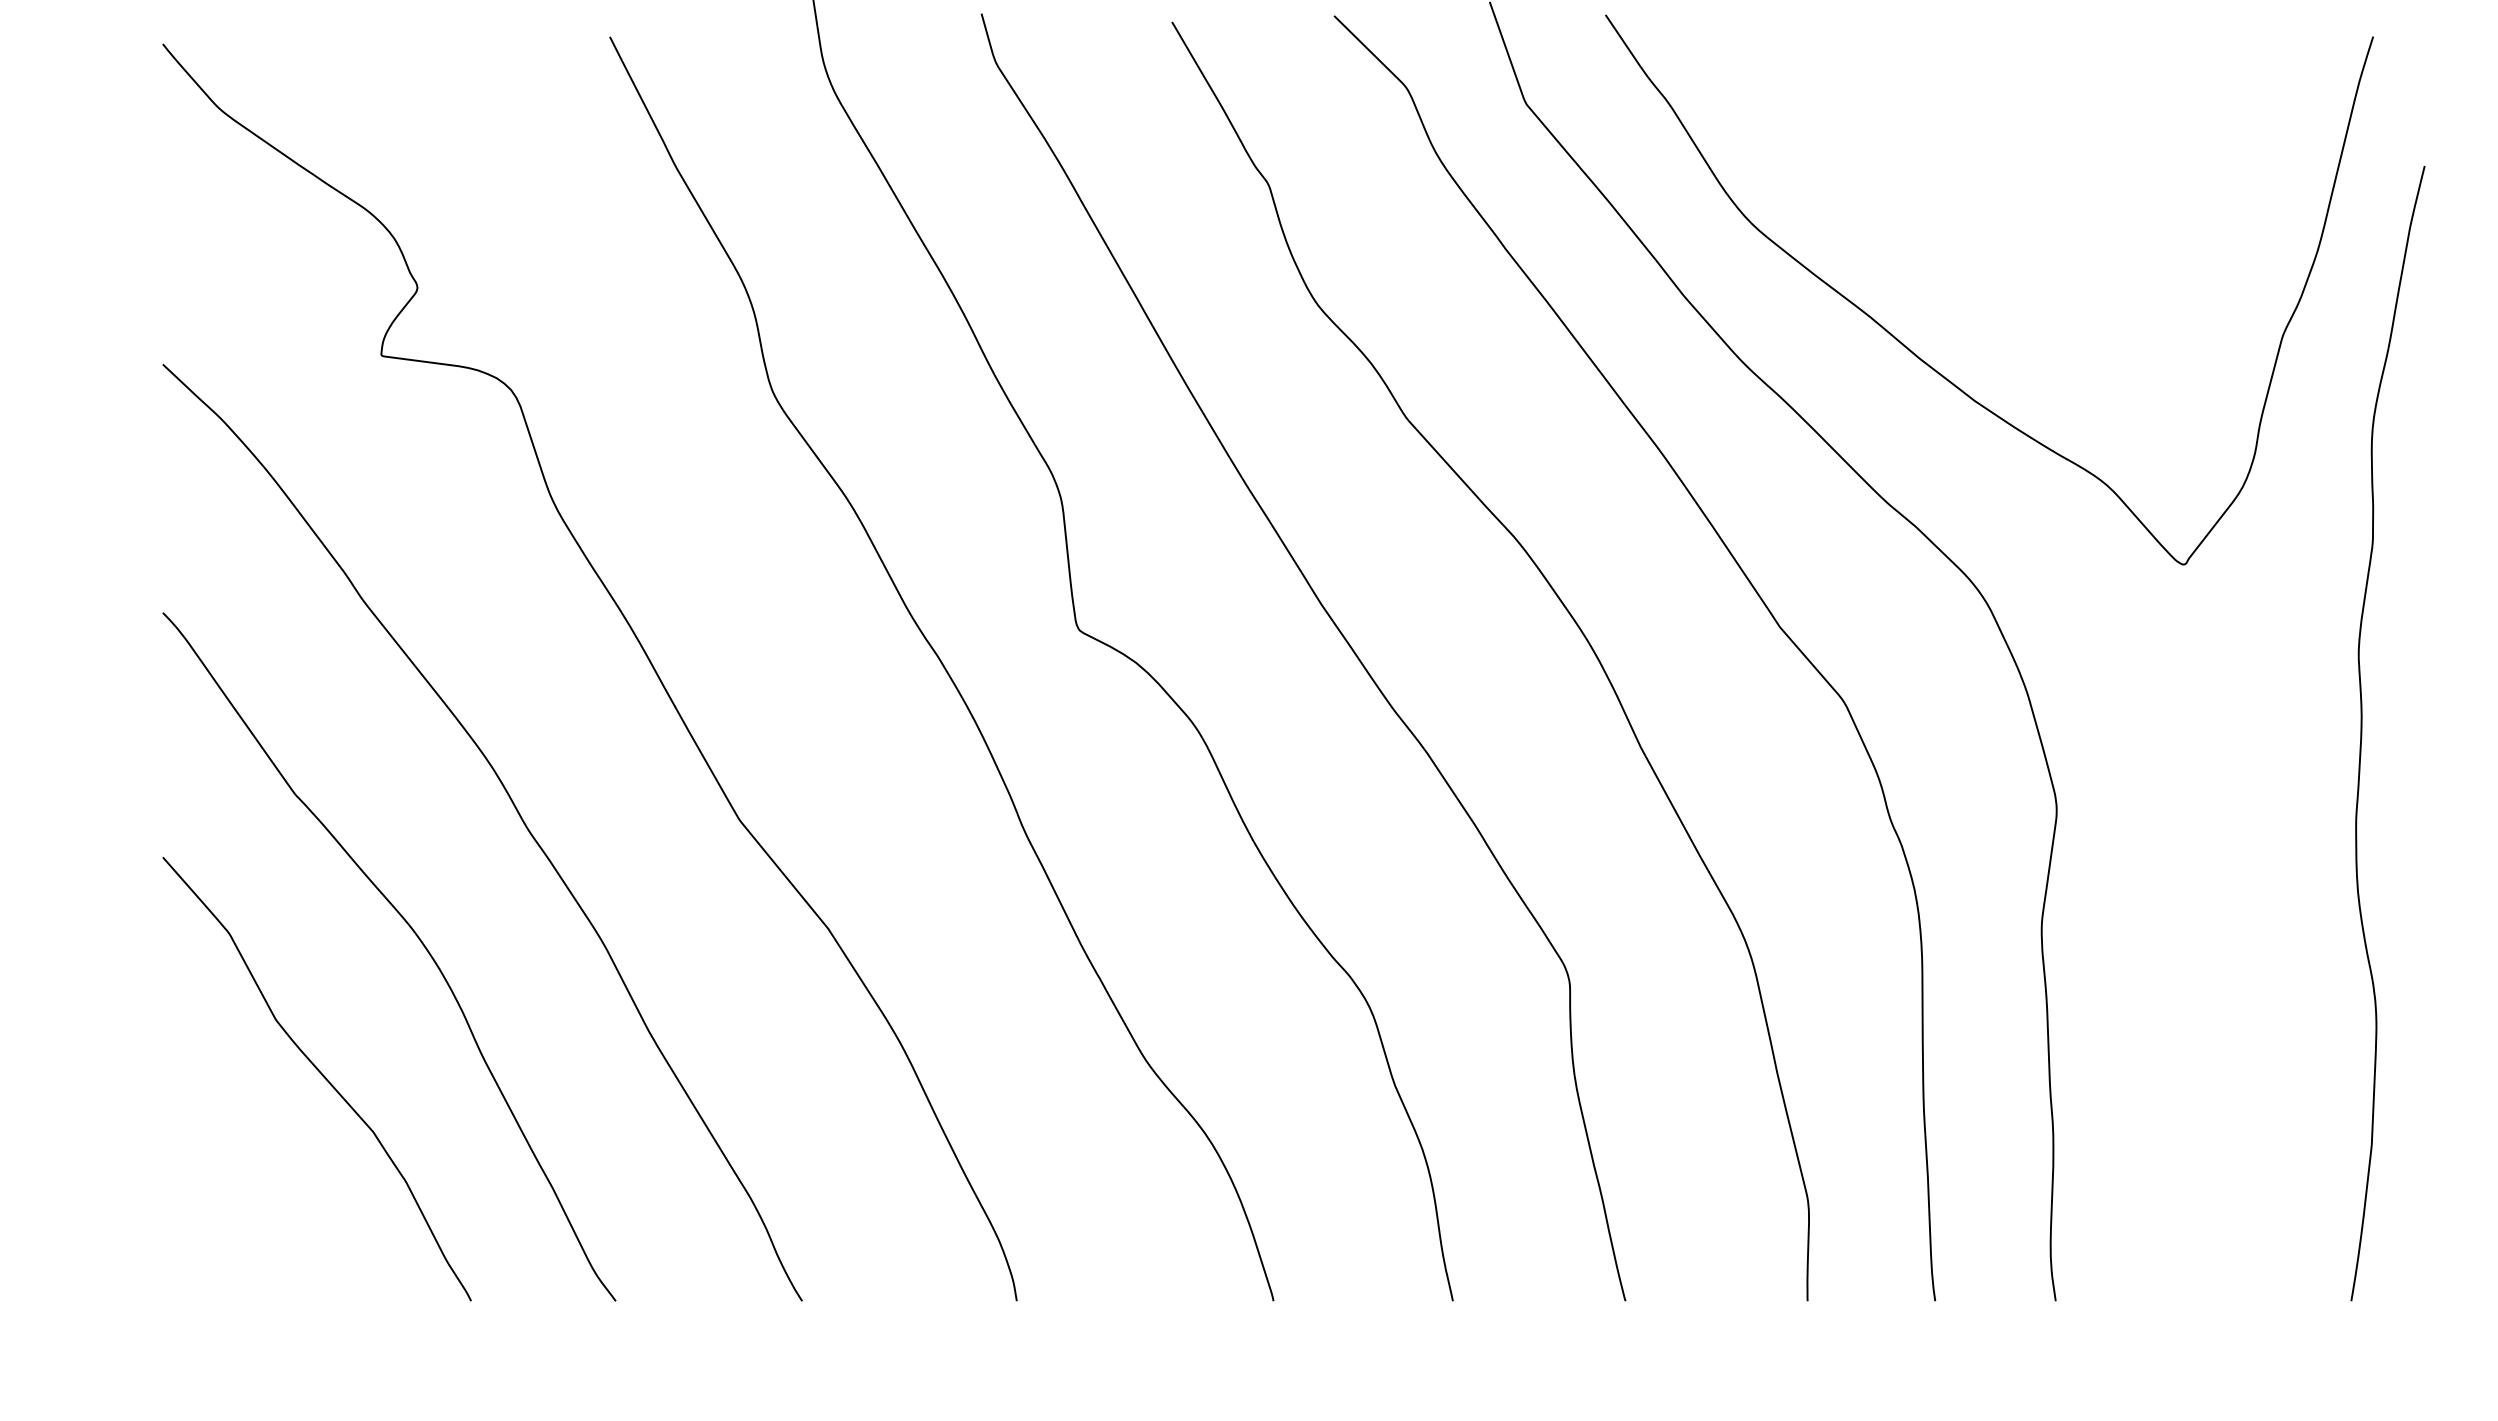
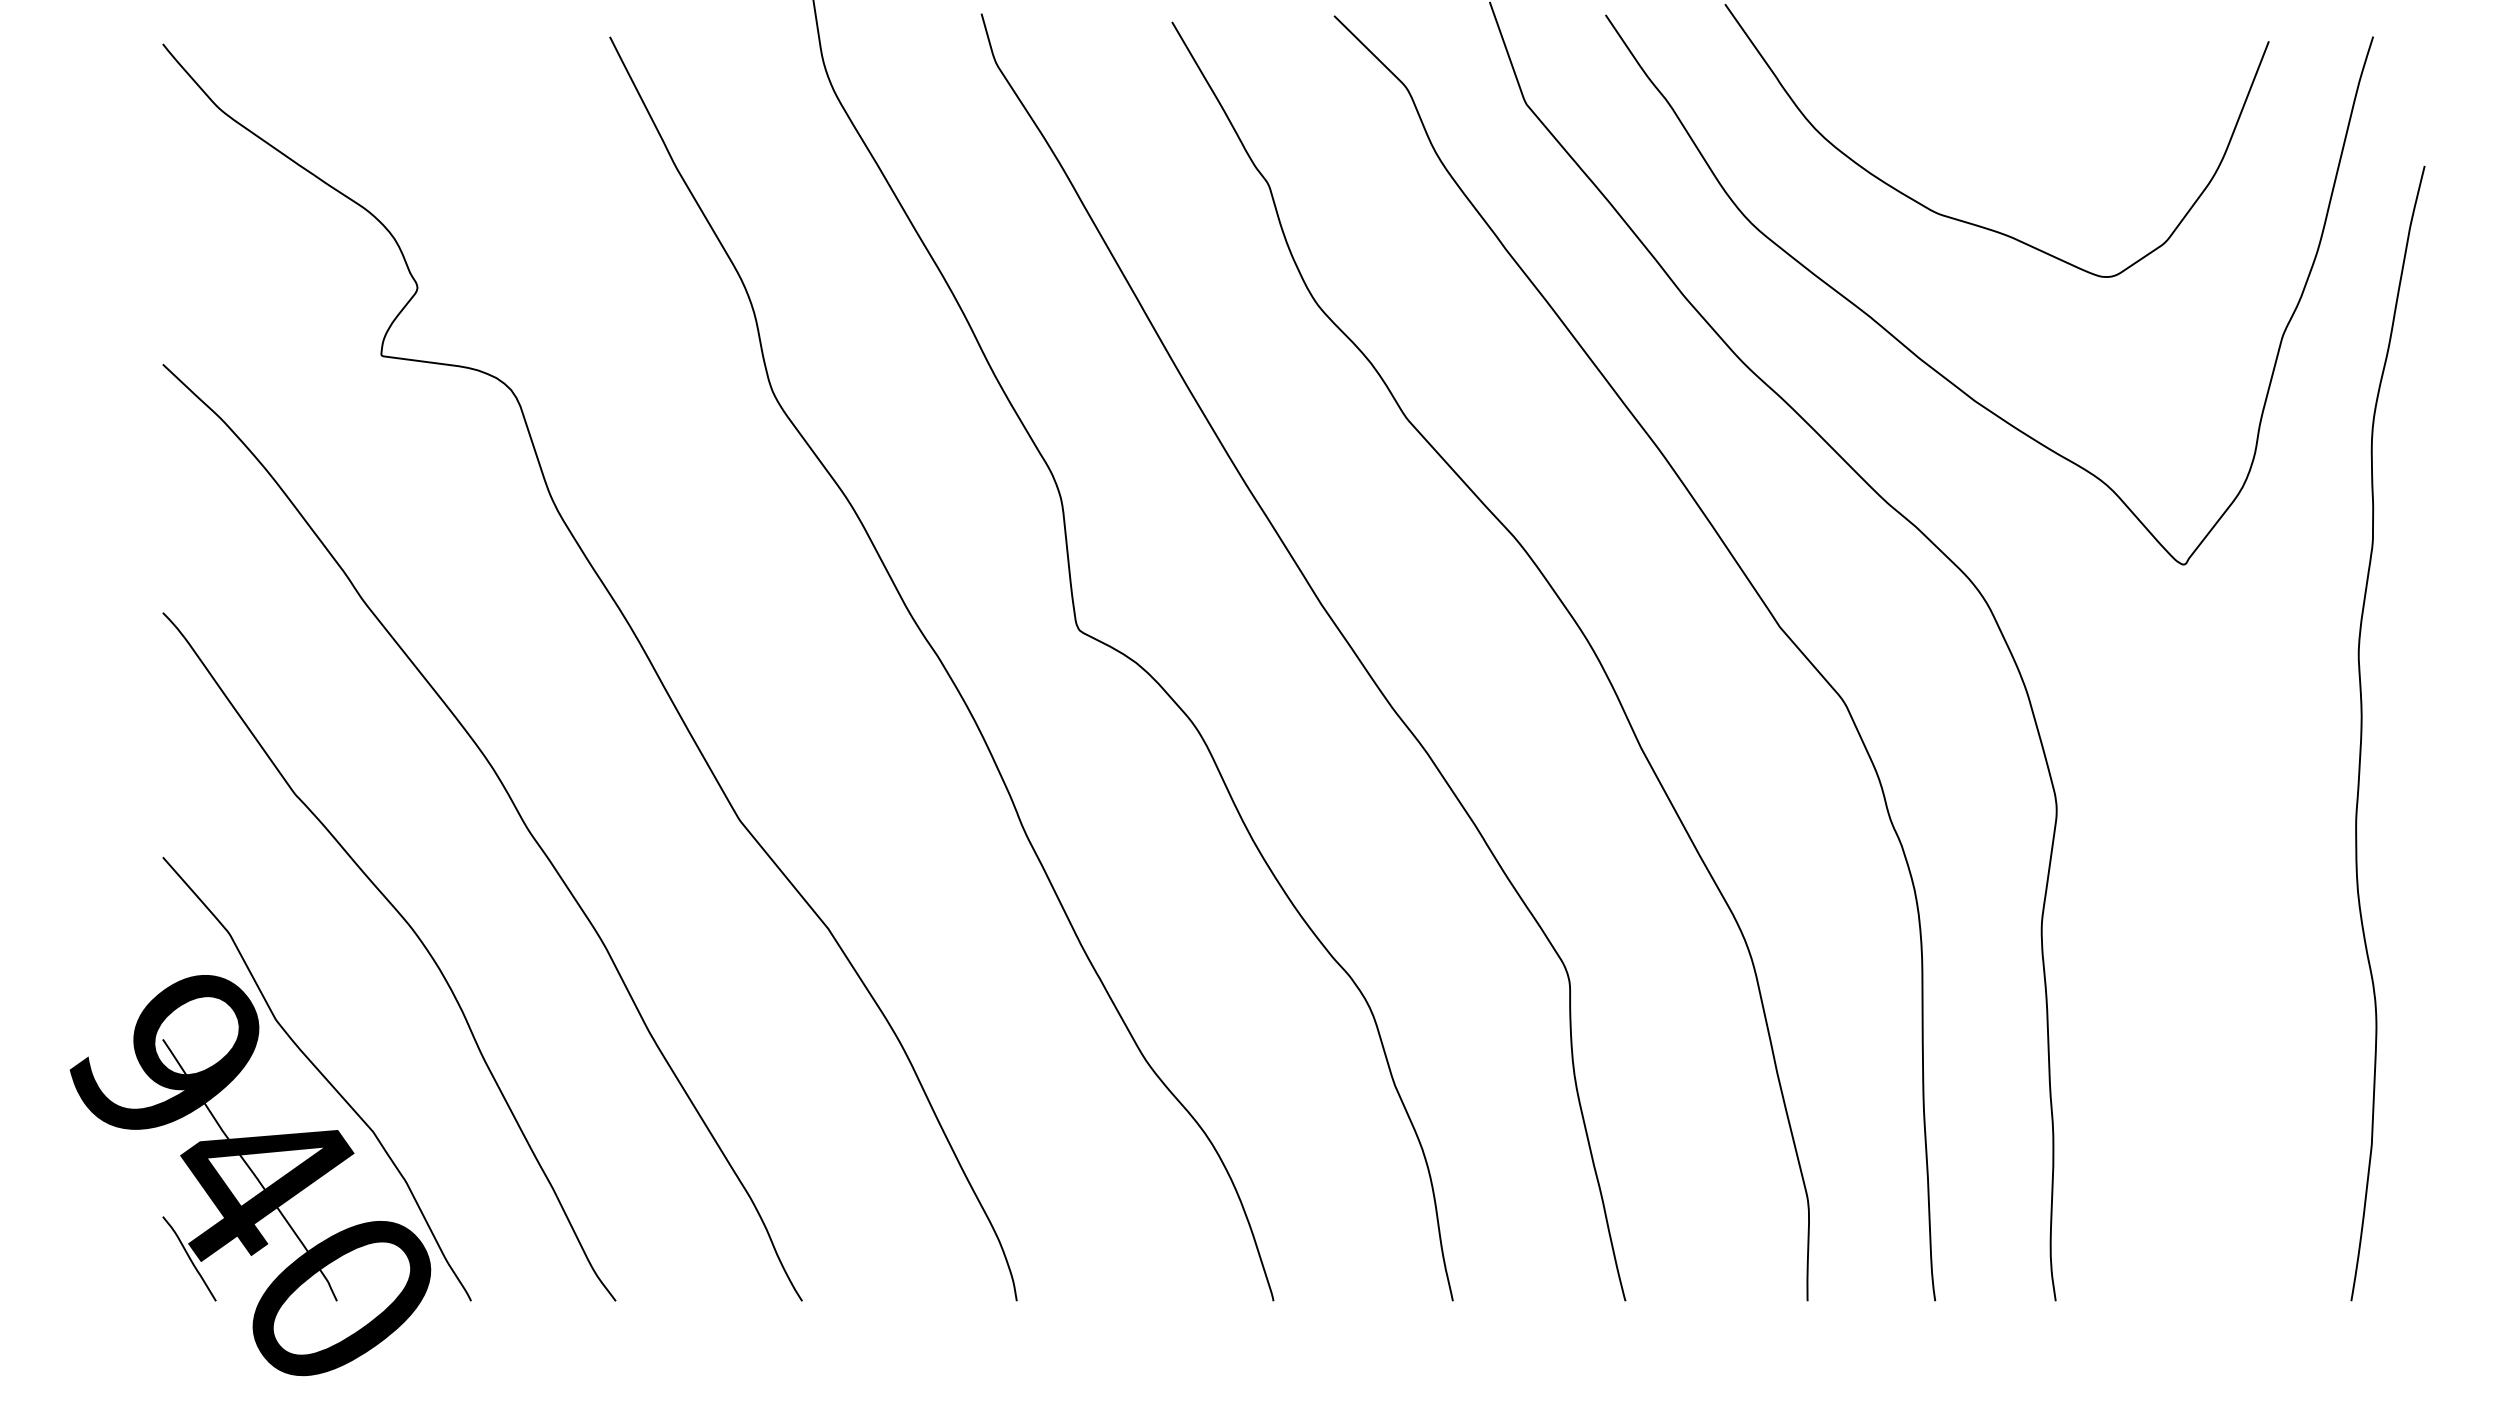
curve at (1974, 223): none -> present
part at (250, 1175): none -> present
